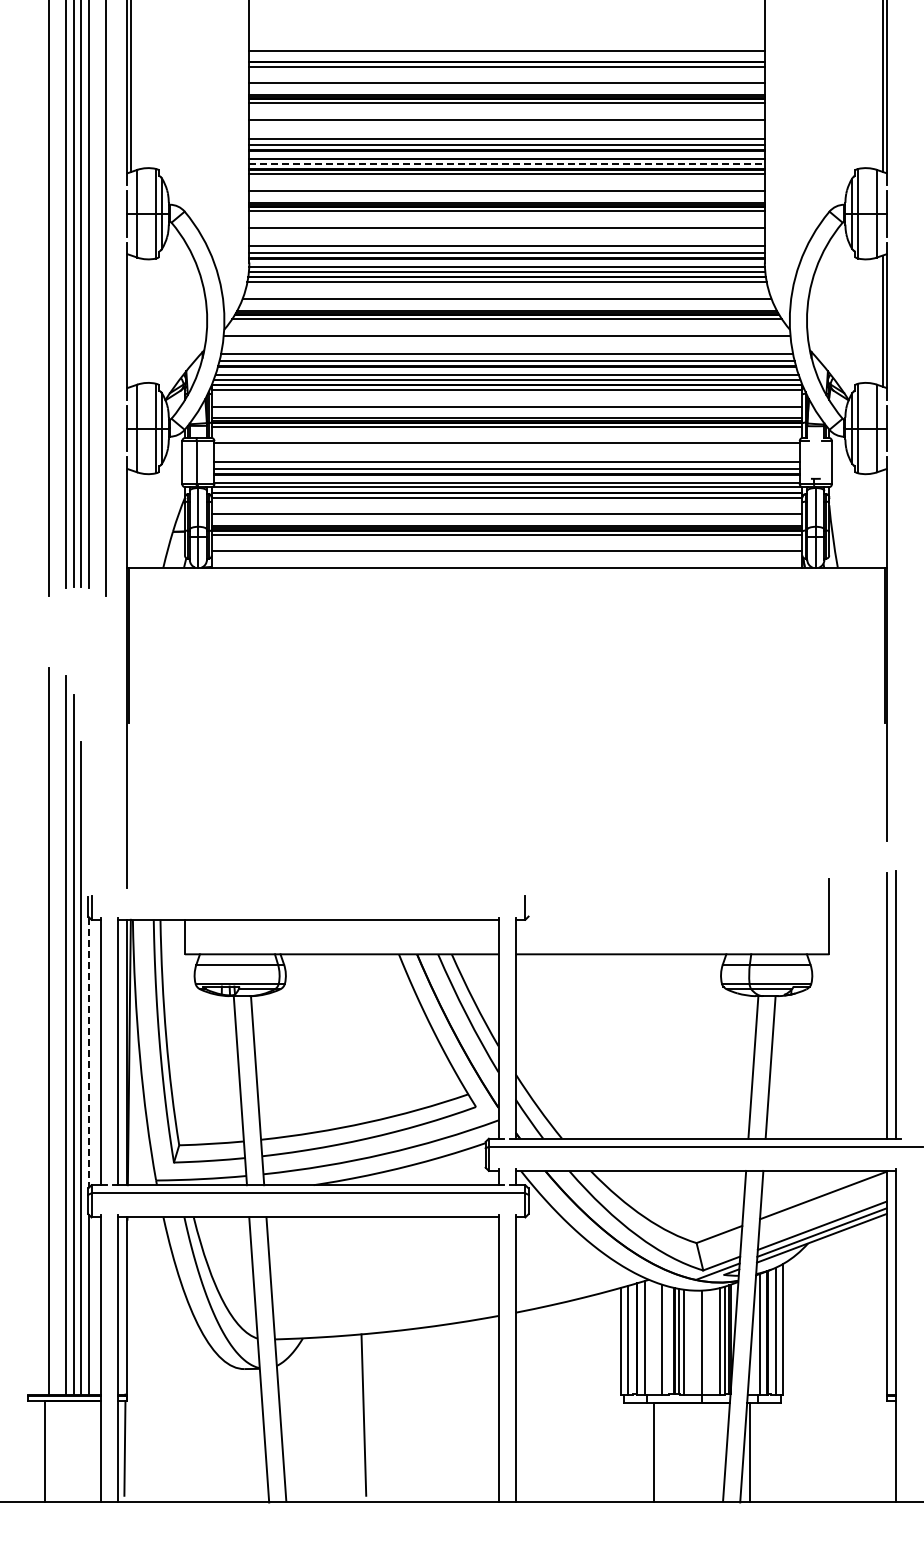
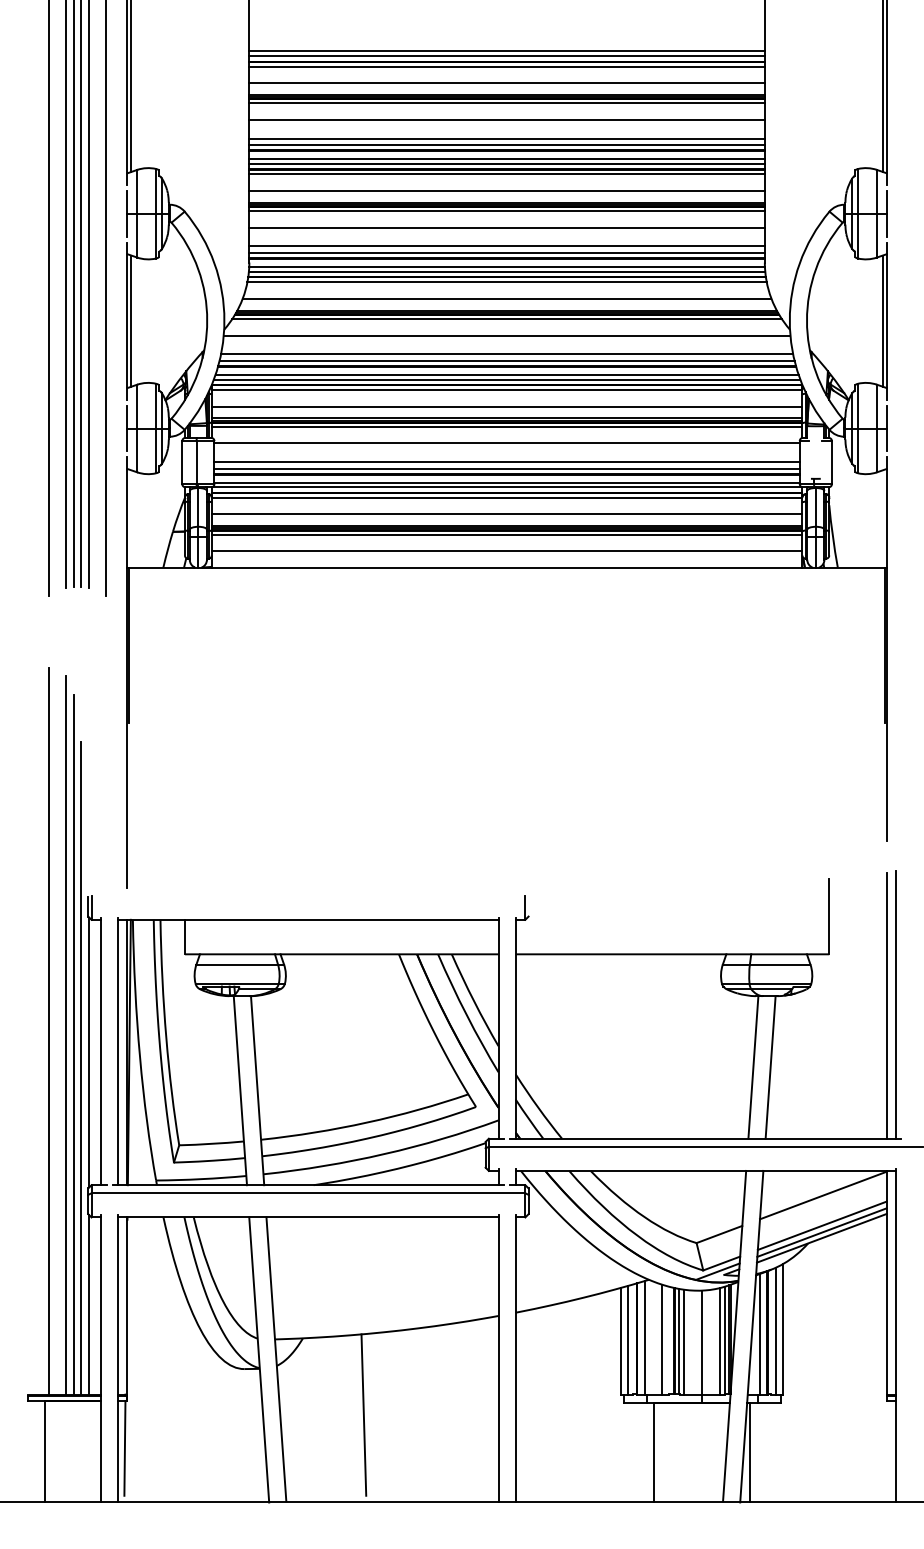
line at (506, 56): none -> present
line at (507, 163): dashed -> solid
line at (131, 320): none -> present
line at (89, 1052): dashed -> solid
